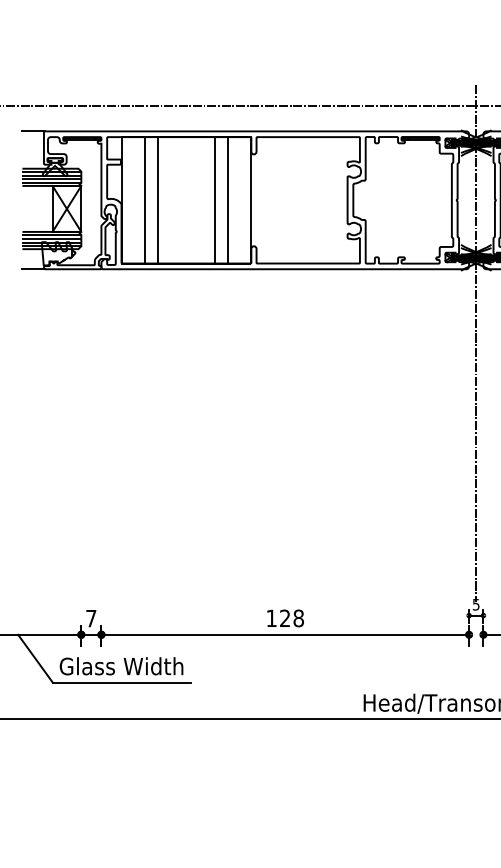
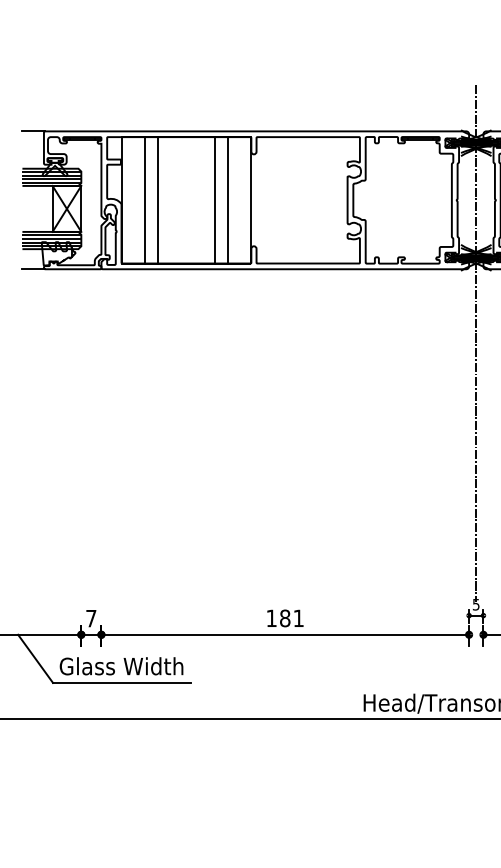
line at (249, 105): present -> none
text at (291, 618): 128 -> 181
